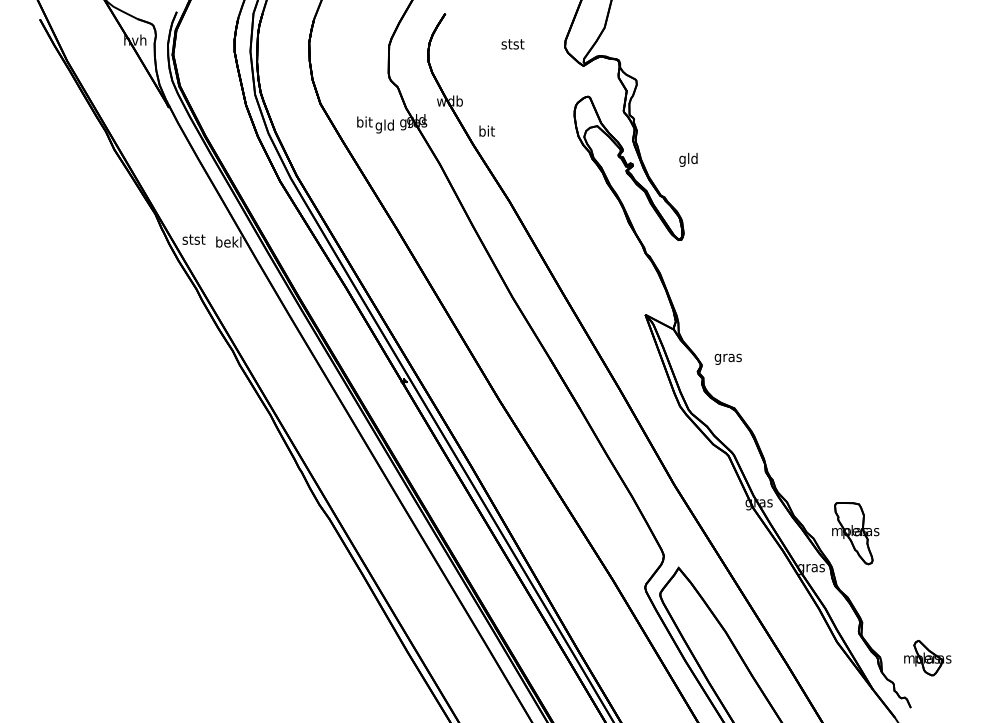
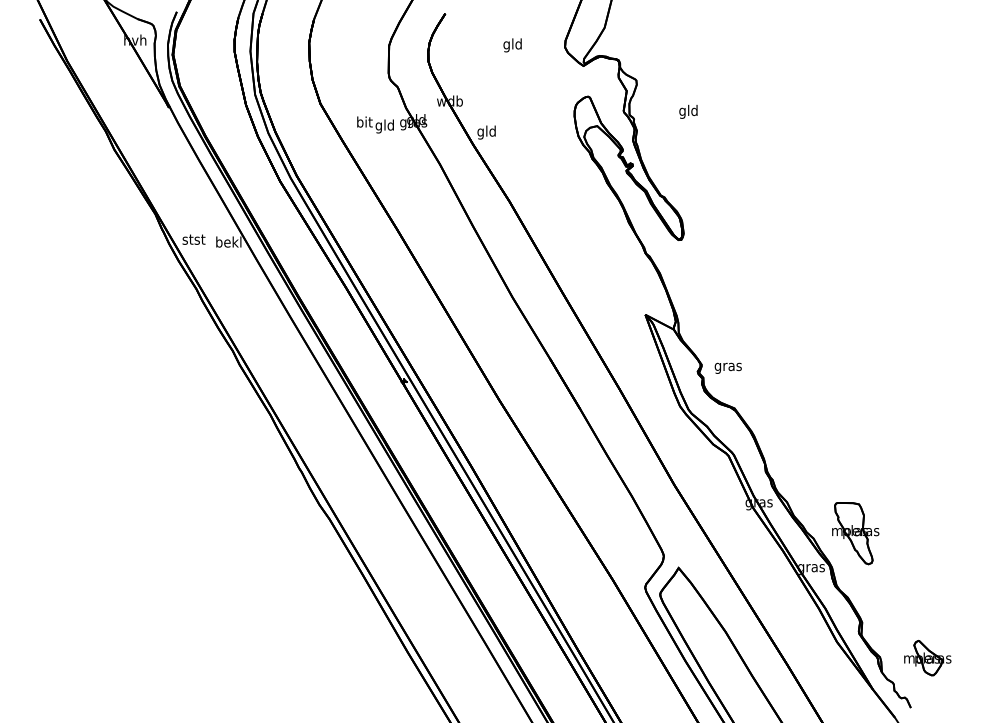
text at (512, 45): stst -> gld
text at (486, 132): bit -> gld
text at (688, 159) position: (688, 159) -> (688, 111)
text at (727, 358) position: (727, 358) -> (727, 367)
